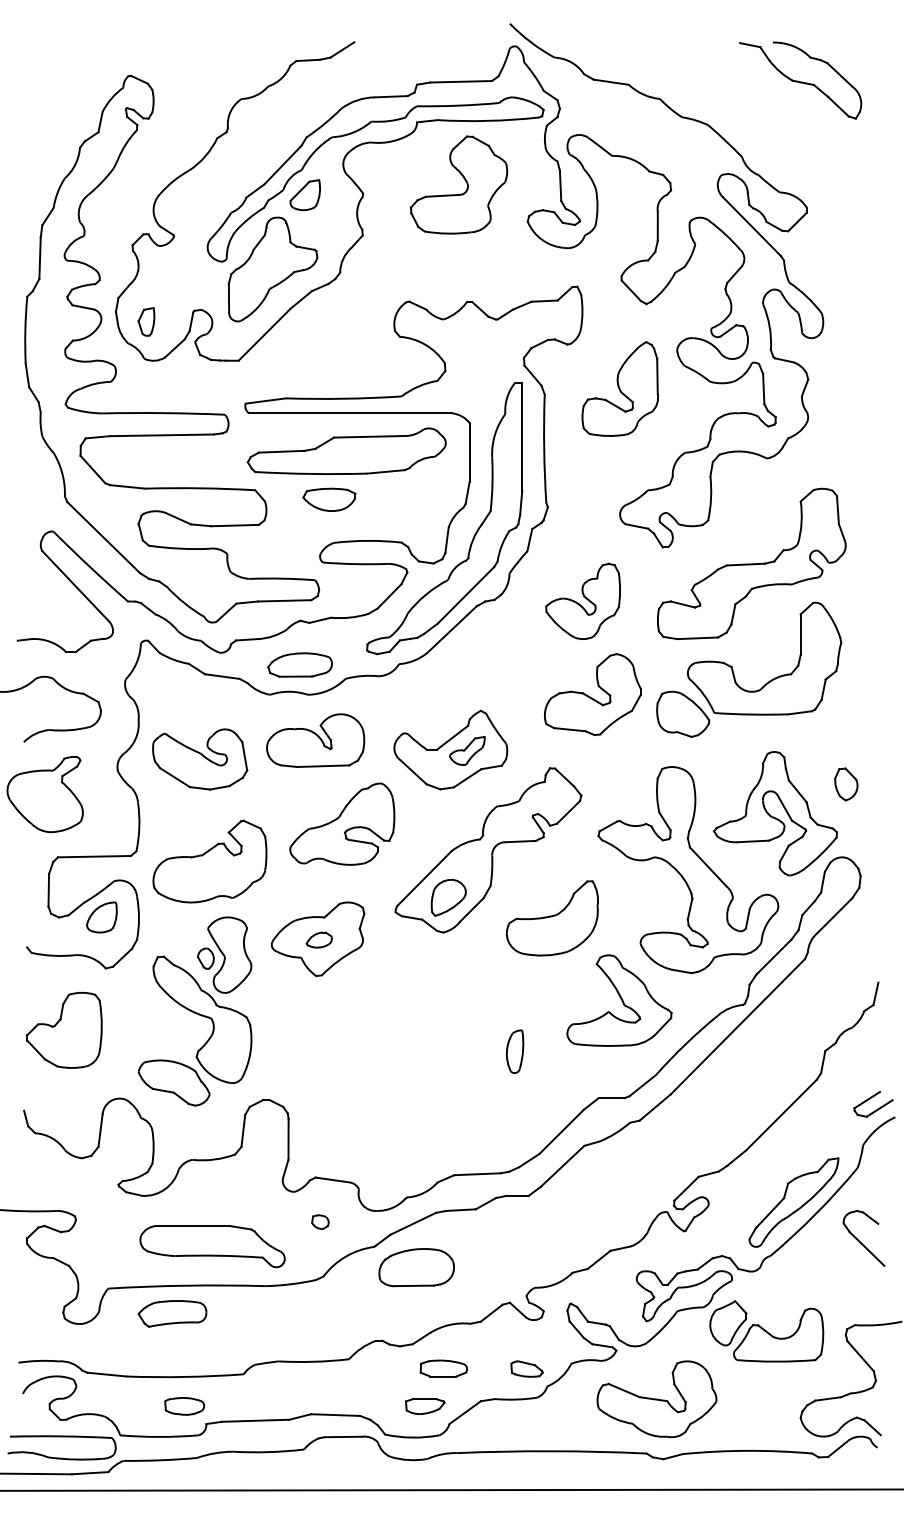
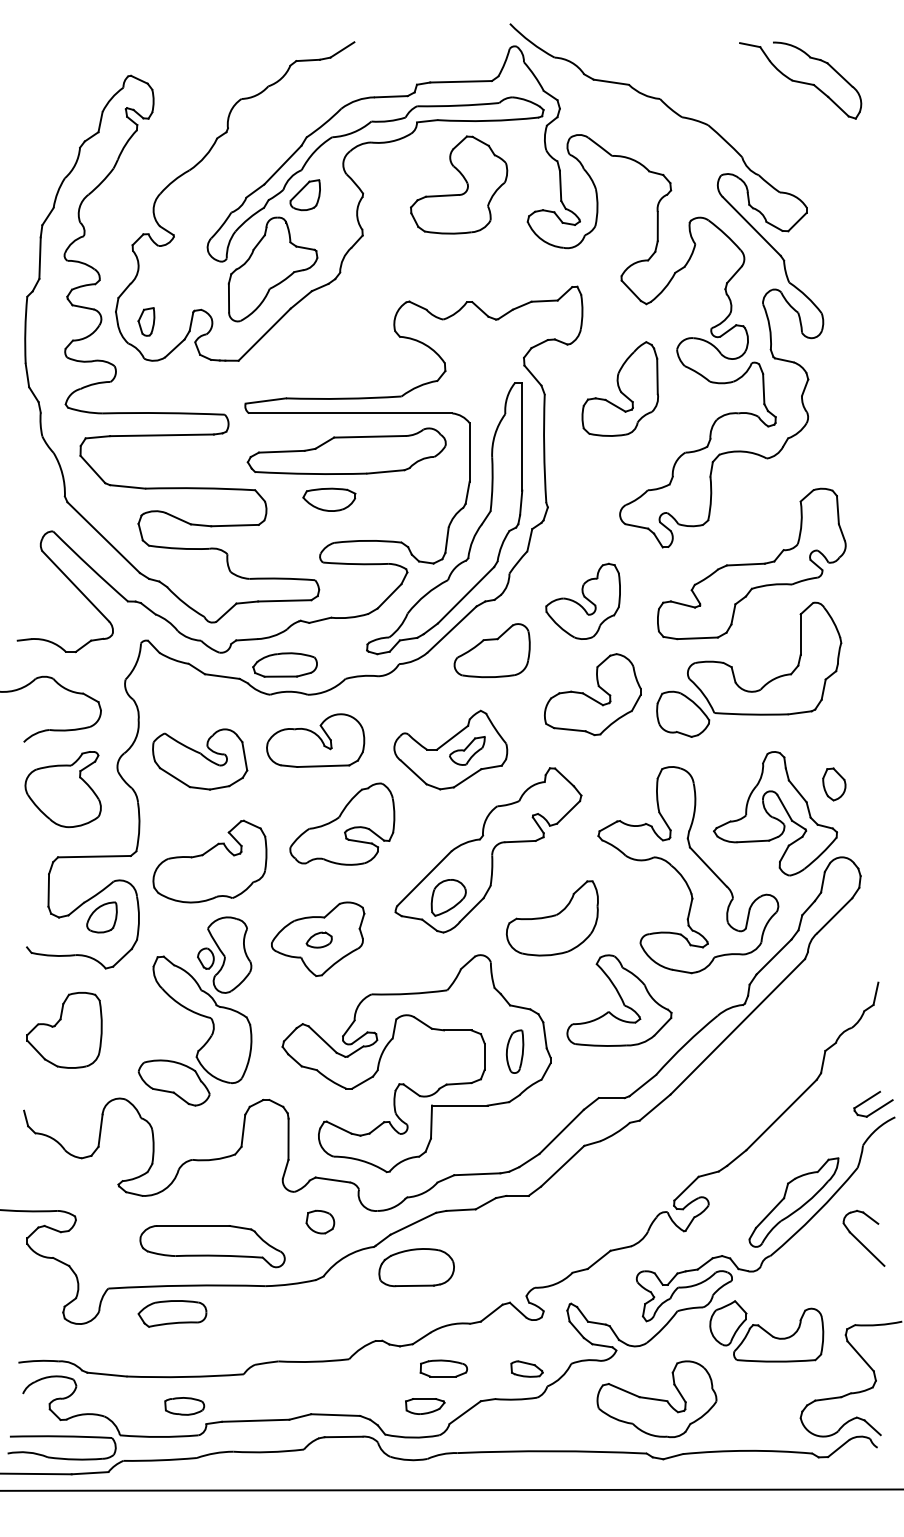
part at (491, 650): none -> present
part at (299, 664) position: (299, 664) -> (284, 664)
part at (846, 784) position: (846, 784) -> (834, 784)
part at (44, 794) position: (44, 794) -> (62, 789)
part at (404, 1083): none -> present
part at (320, 1221) size: 19x16 px -> 31x26 px
